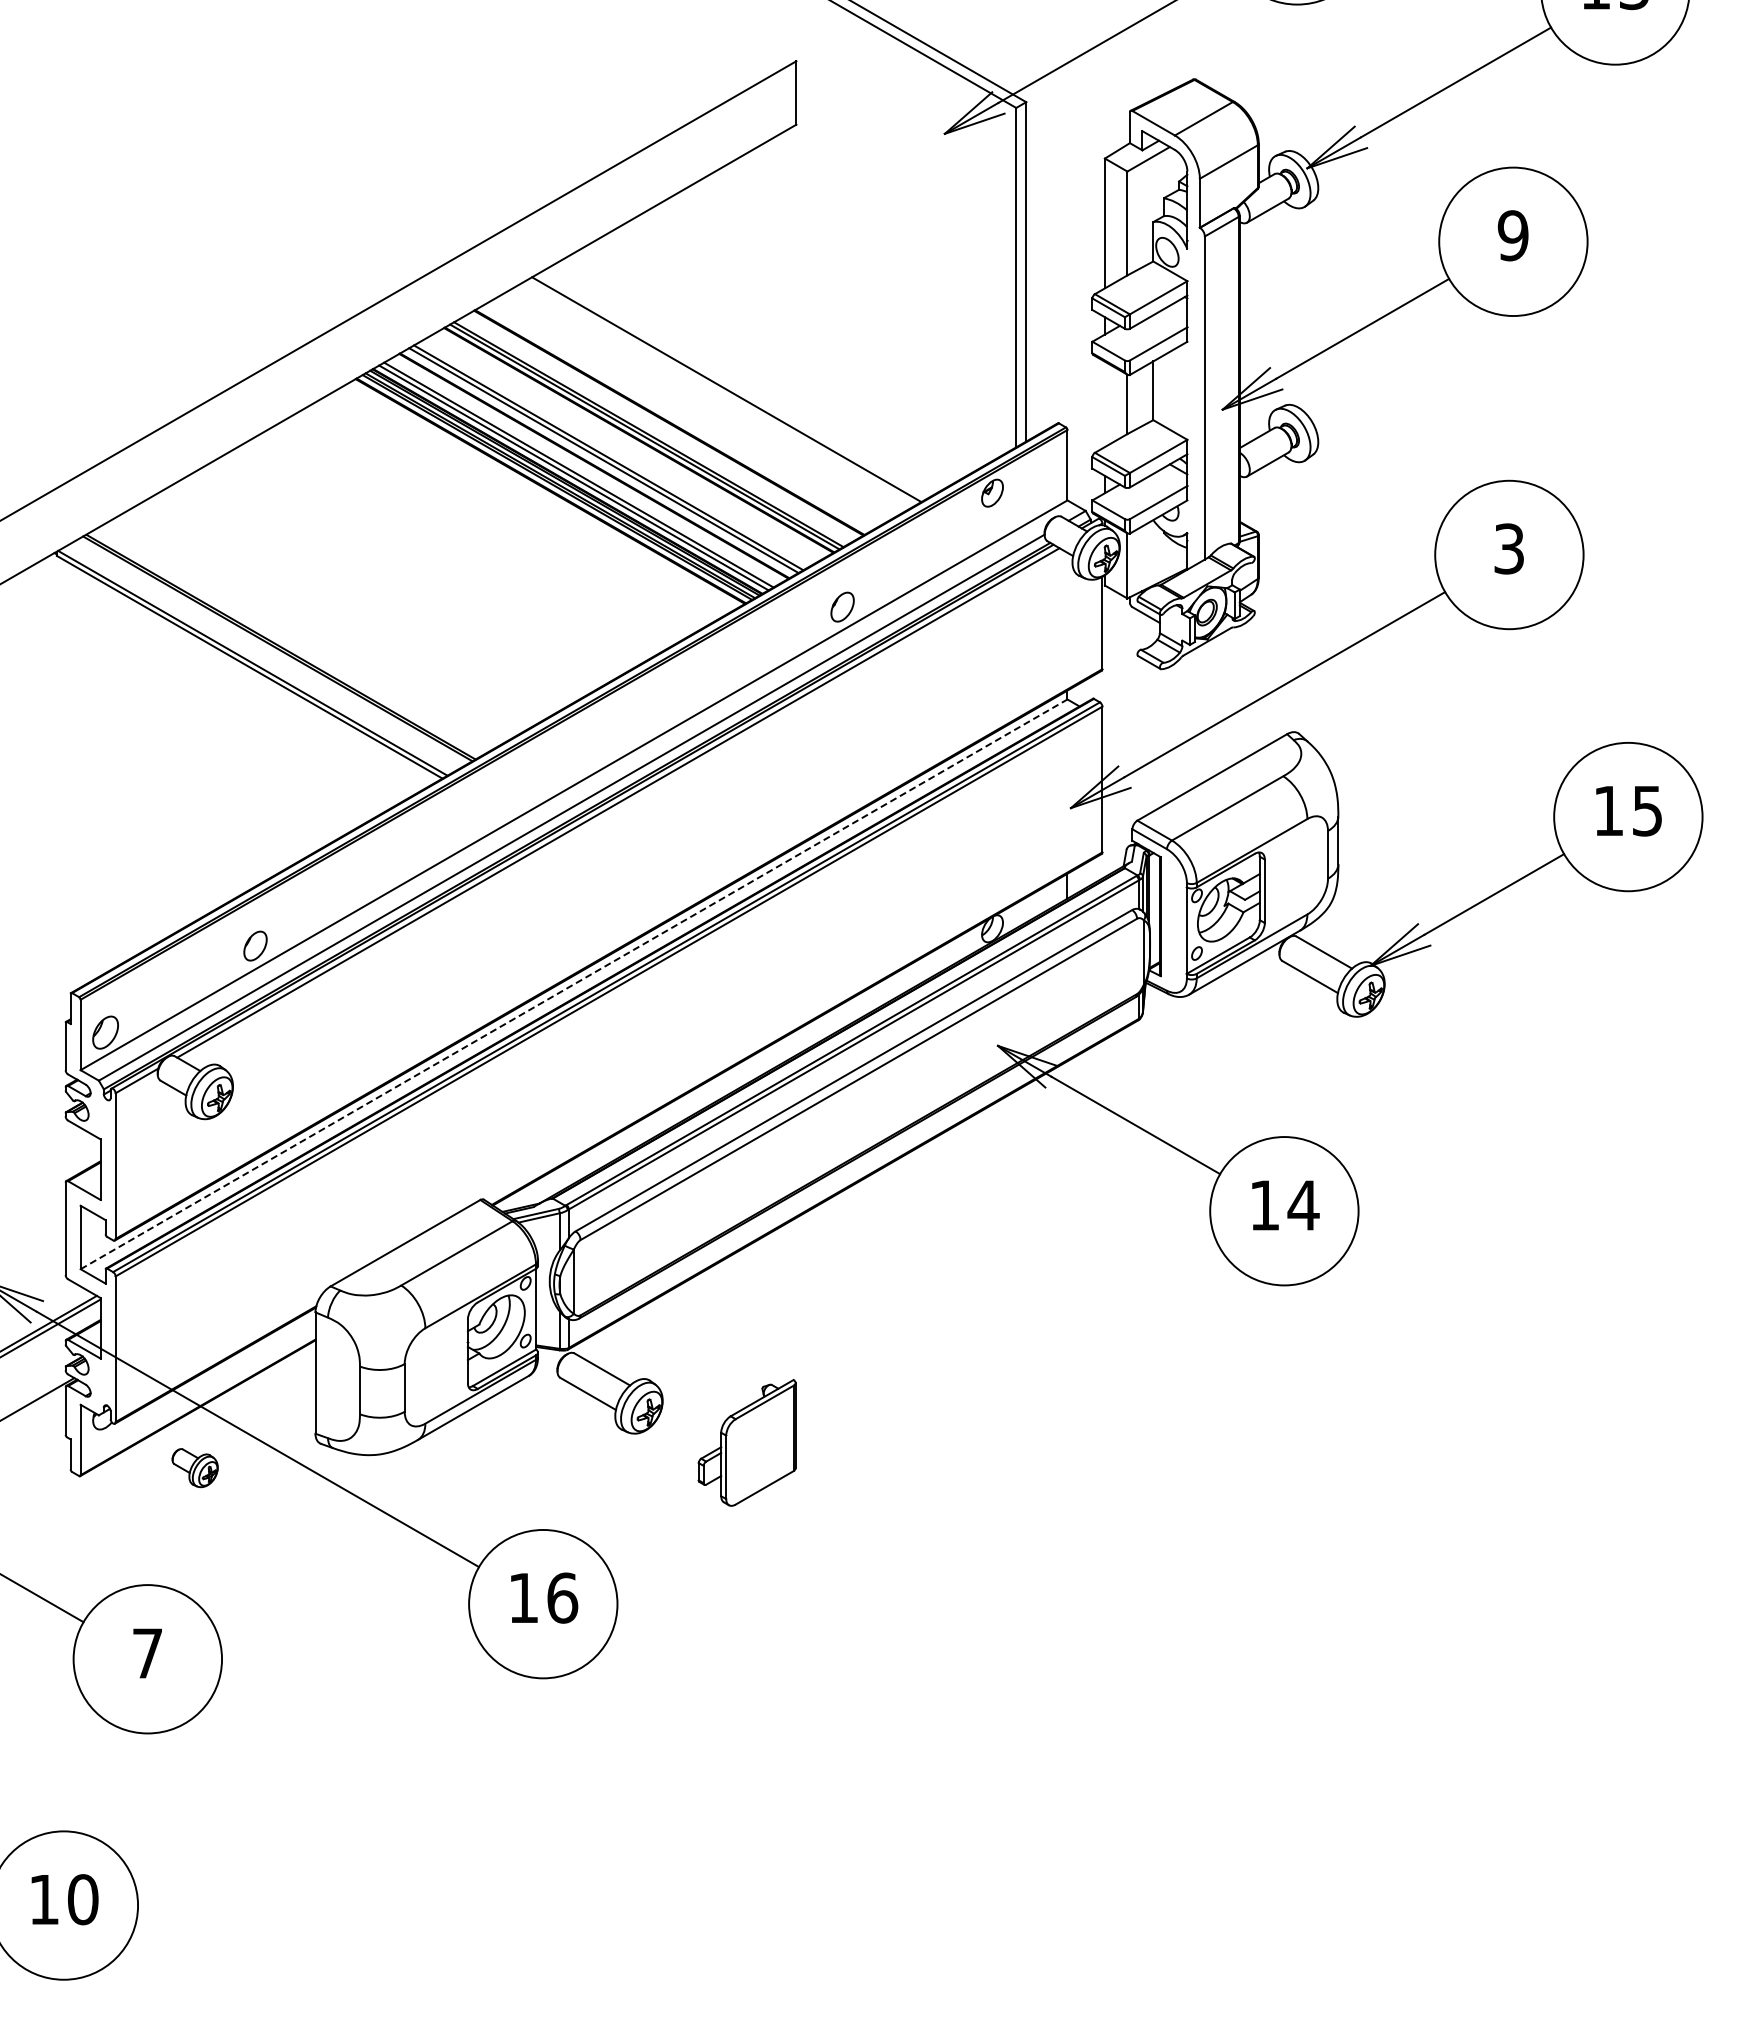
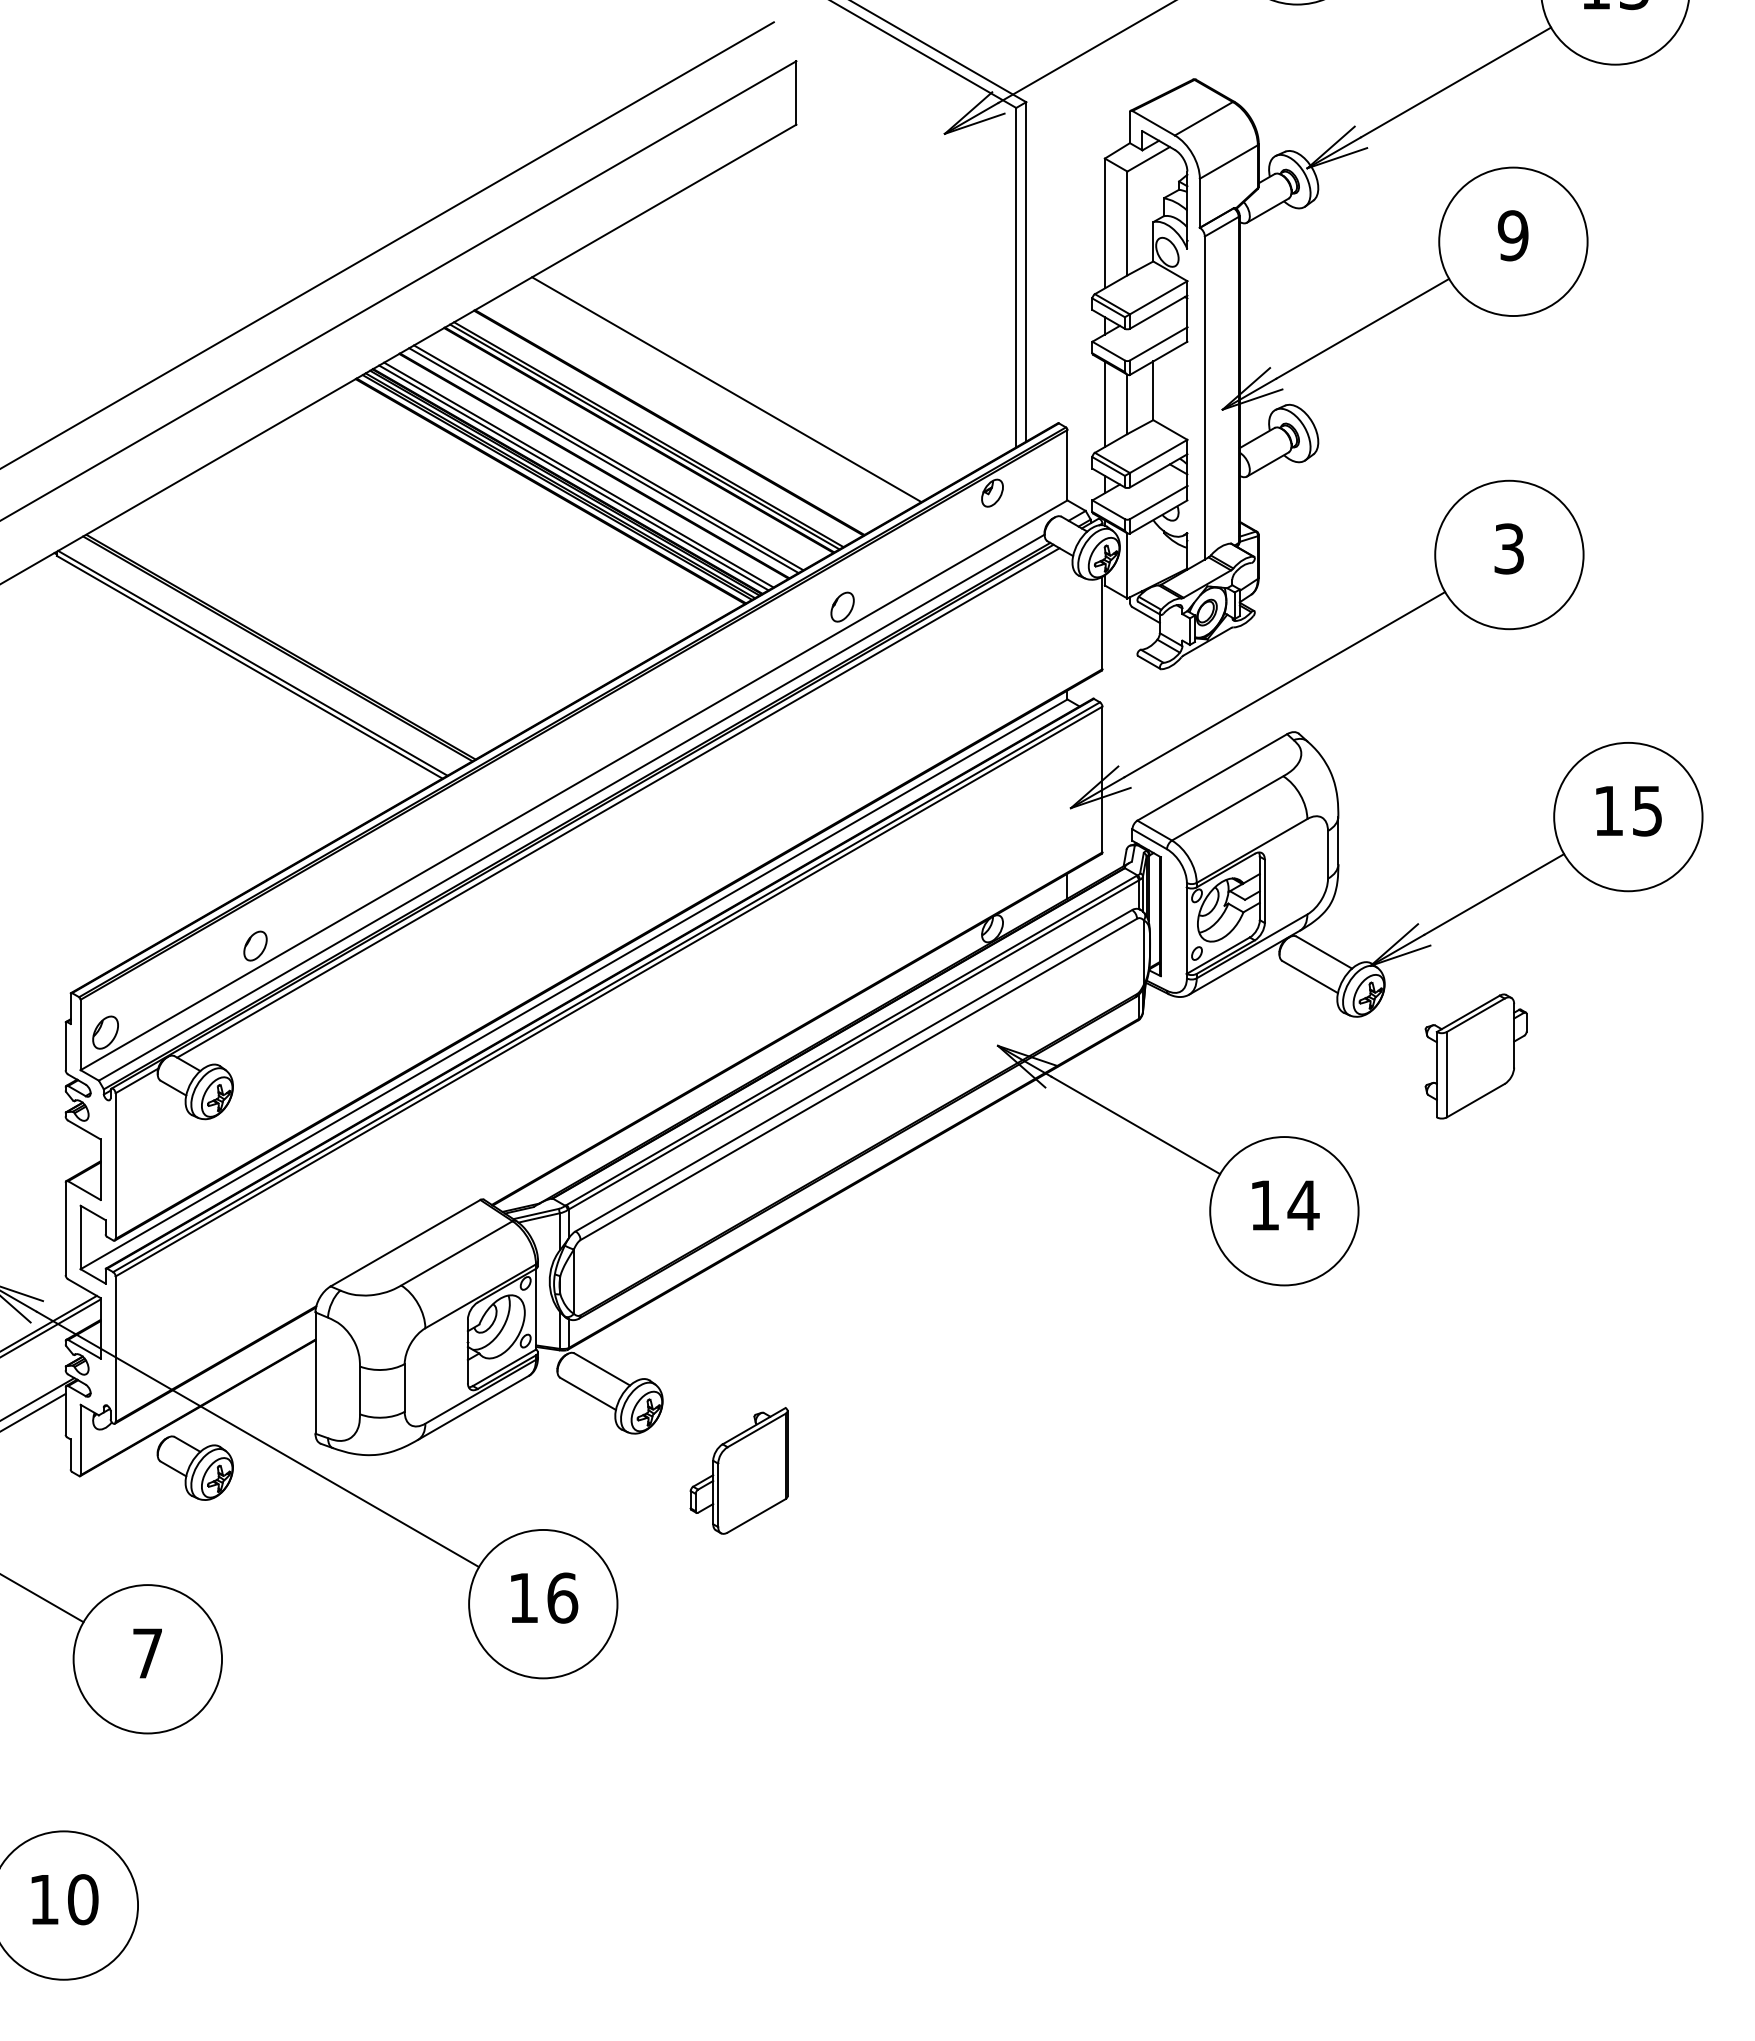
line at (387, 244): none -> present
line at (1104, 404): none -> present
line at (574, 984): dashed -> solid
part at (1475, 1056): none -> present
line at (33, 1411): none -> present
part at (746, 1442) position: (746, 1442) -> (738, 1470)
part at (194, 1468) size: 48x41 px -> 78x66 px
